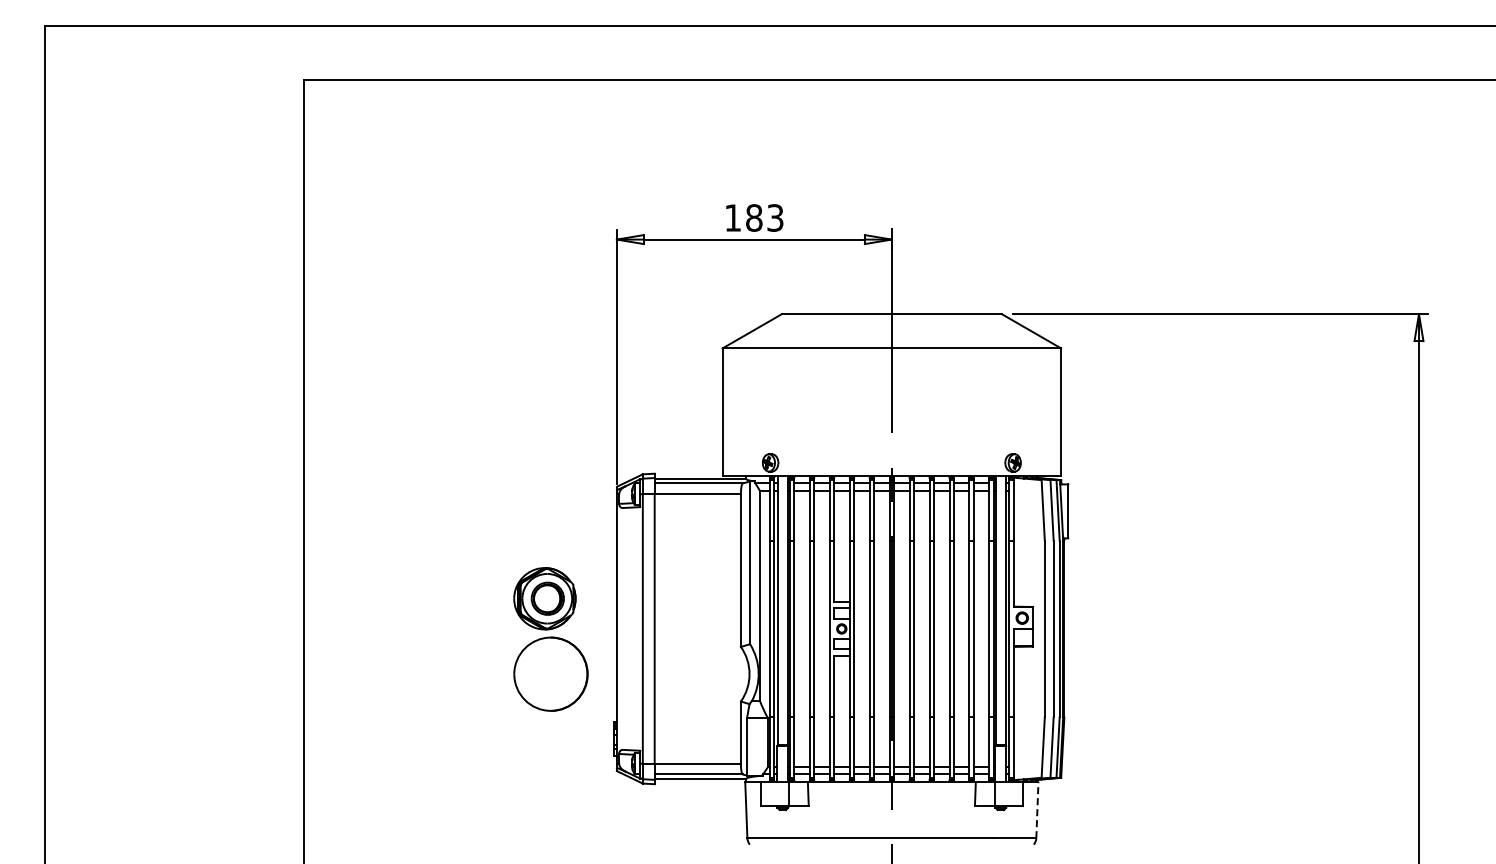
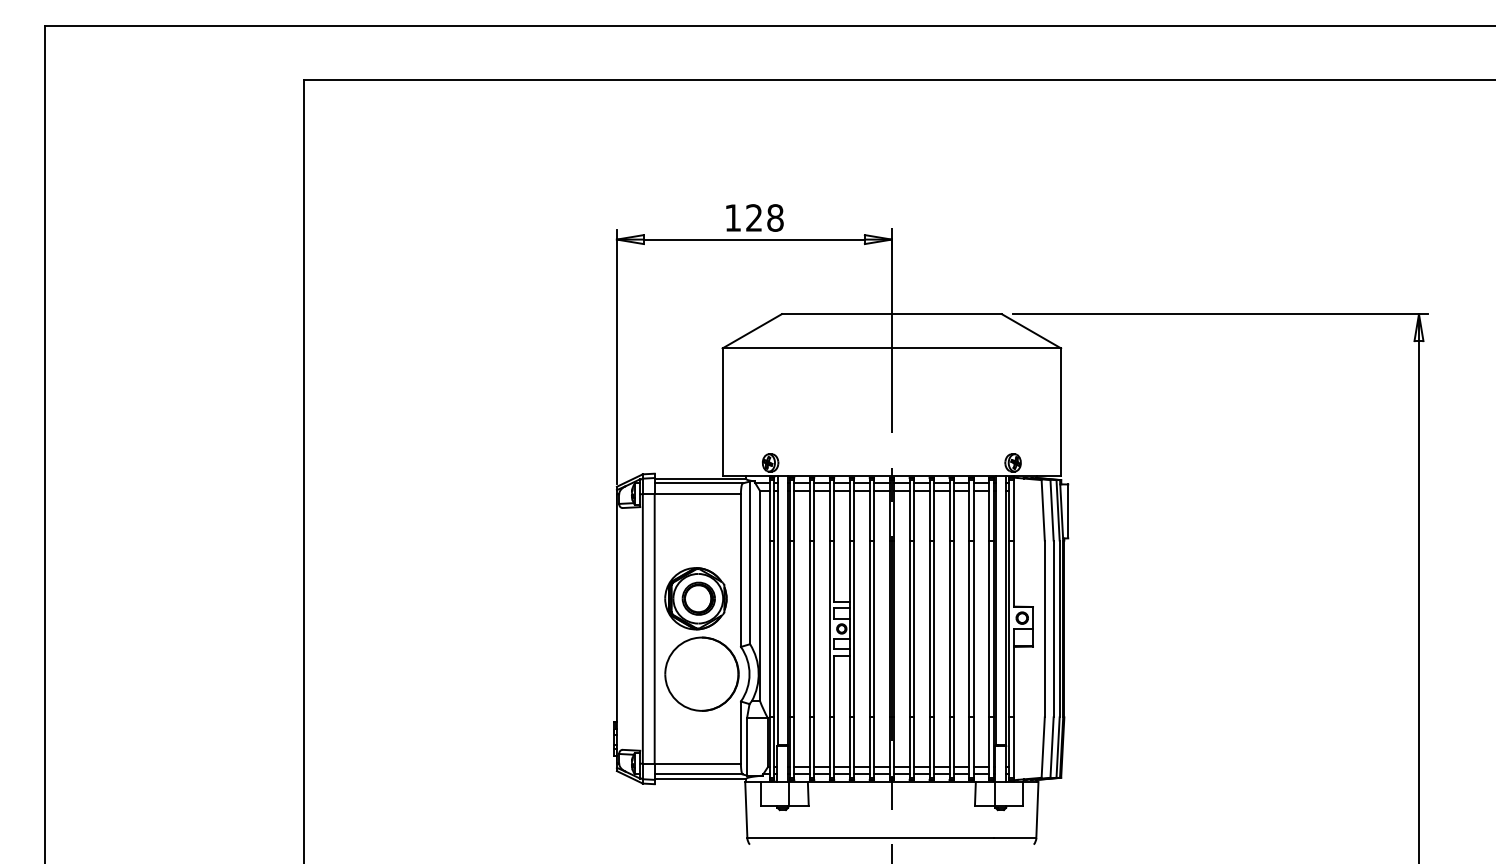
text at (764, 217): 183 -> 128
part at (550, 639) position: (550, 639) -> (701, 639)
line at (1037, 809): dashed -> solid
